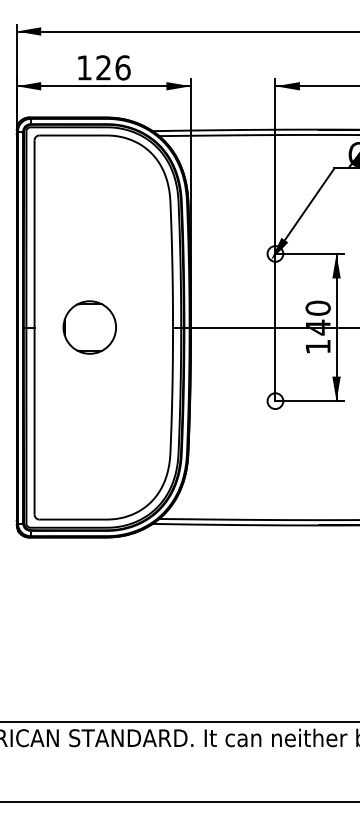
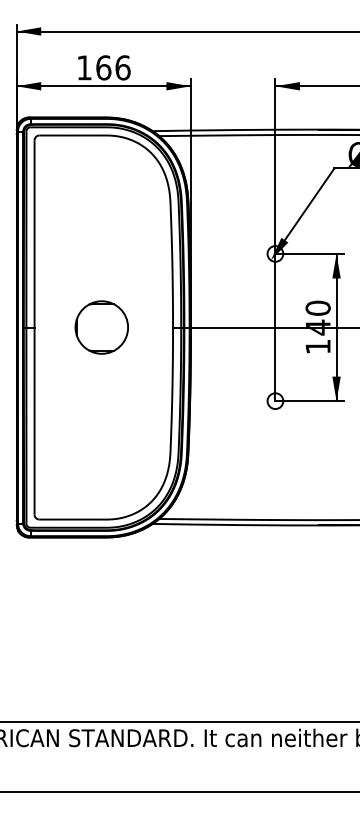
text at (103, 67): 126 -> 166
part at (89, 327) position: (89, 327) -> (101, 327)
line at (179, 802) position: (179, 802) -> (179, 792)
